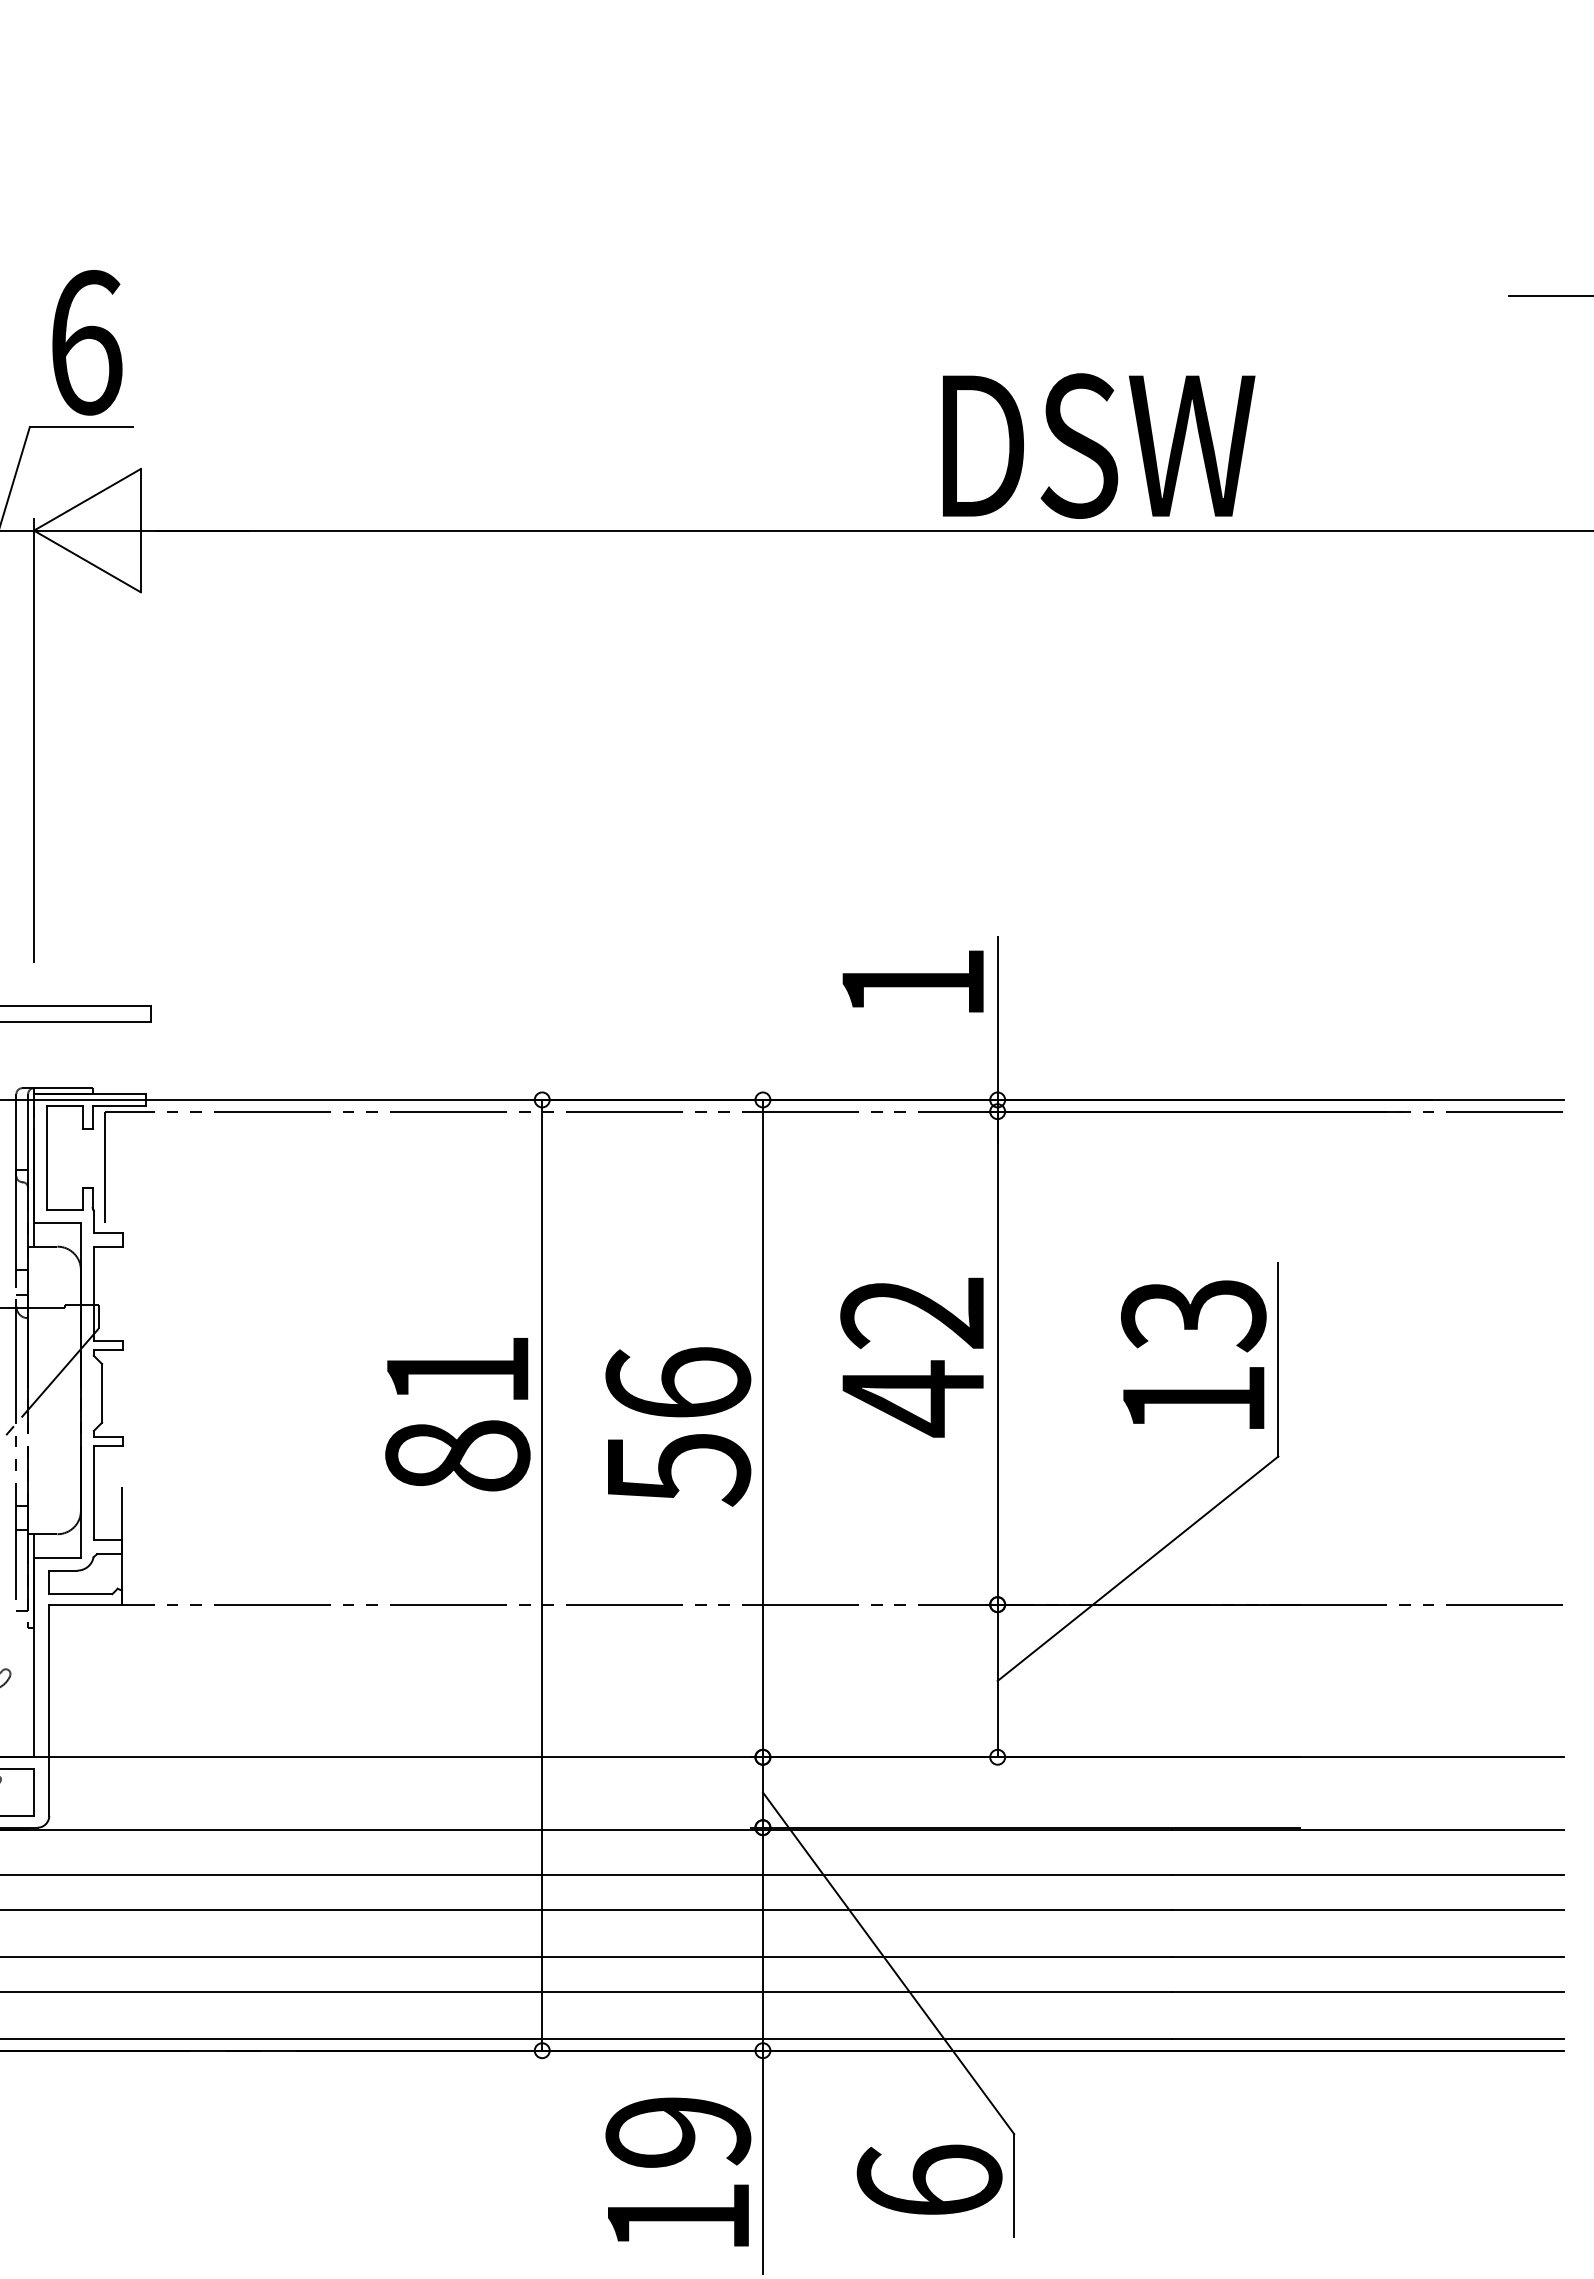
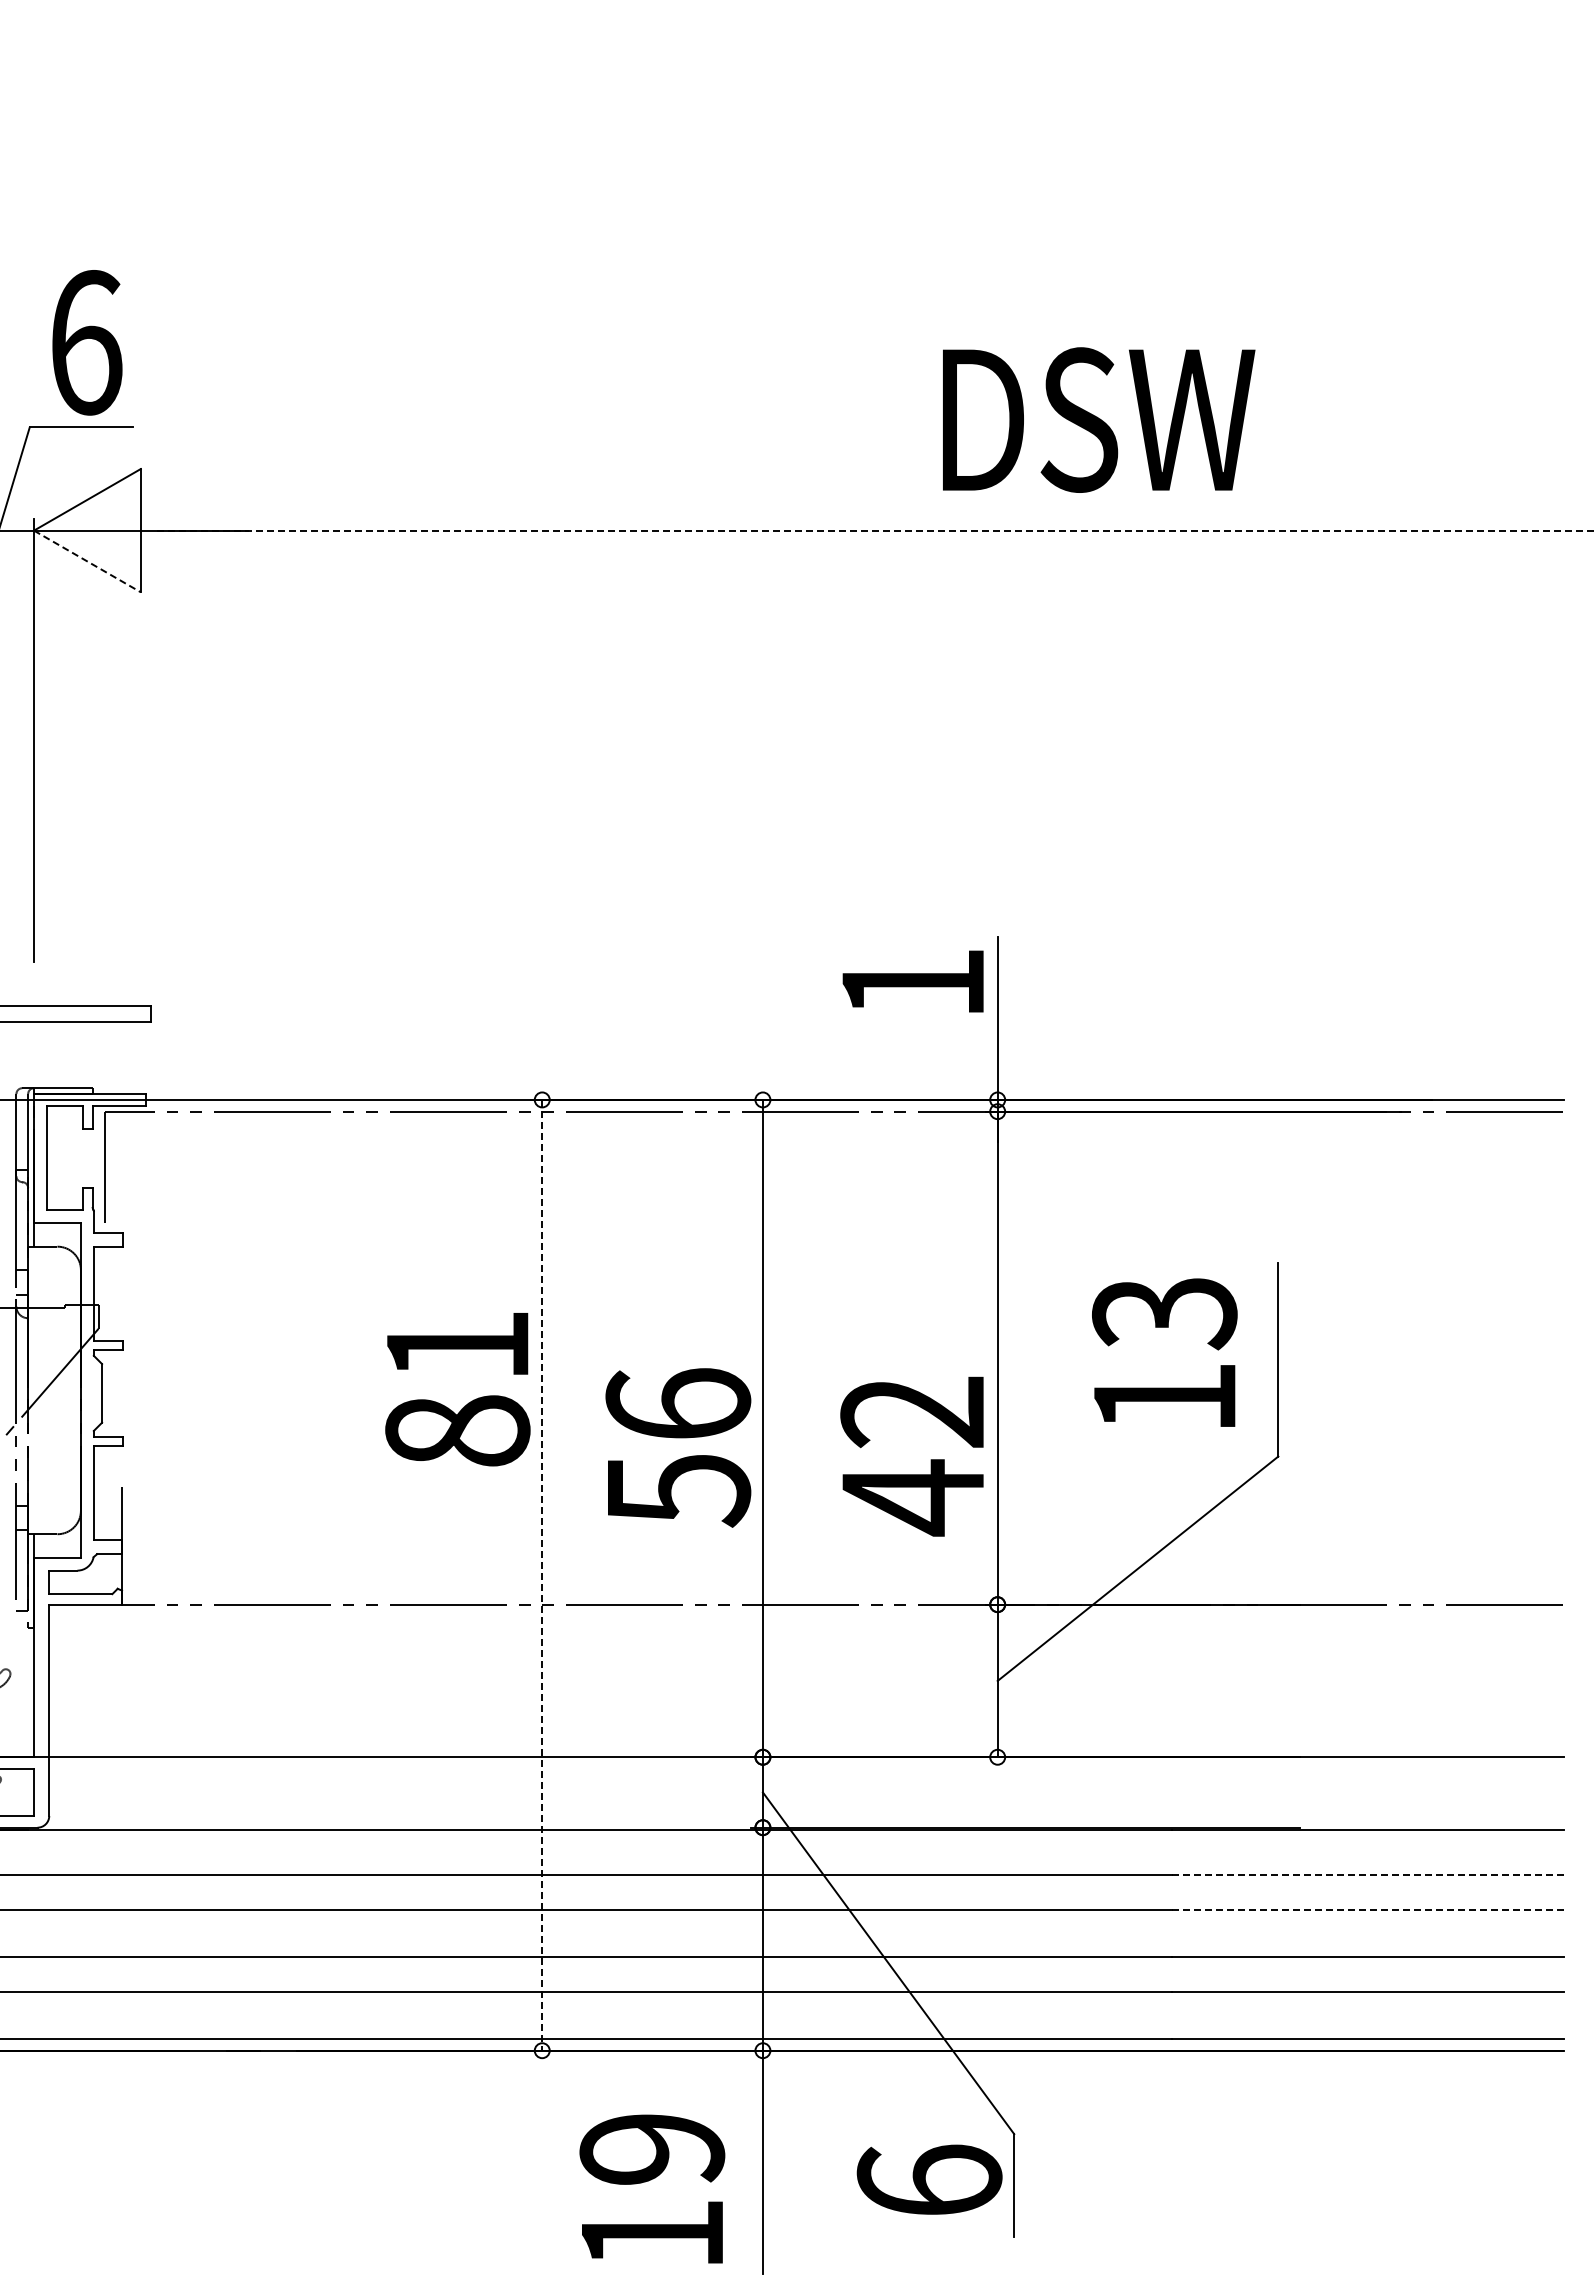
line at (1549, 295): present -> none
text at (1099, 445) position: (1099, 445) -> (1099, 419)
line at (876, 530): solid -> dashed
line at (87, 561): solid -> dashed
text at (1193, 1354) position: (1193, 1354) -> (1164, 1352)
text at (911, 1357) position: (911, 1357) -> (911, 1456)
text at (457, 1414) position: (457, 1414) -> (457, 1389)
text at (678, 1426) position: (678, 1426) -> (678, 1447)
line at (542, 1575): solid -> dashed
line at (1367, 1874): solid -> dashed
line at (1367, 1909): solid -> dashed
text at (678, 2171) position: (678, 2171) -> (652, 2188)
